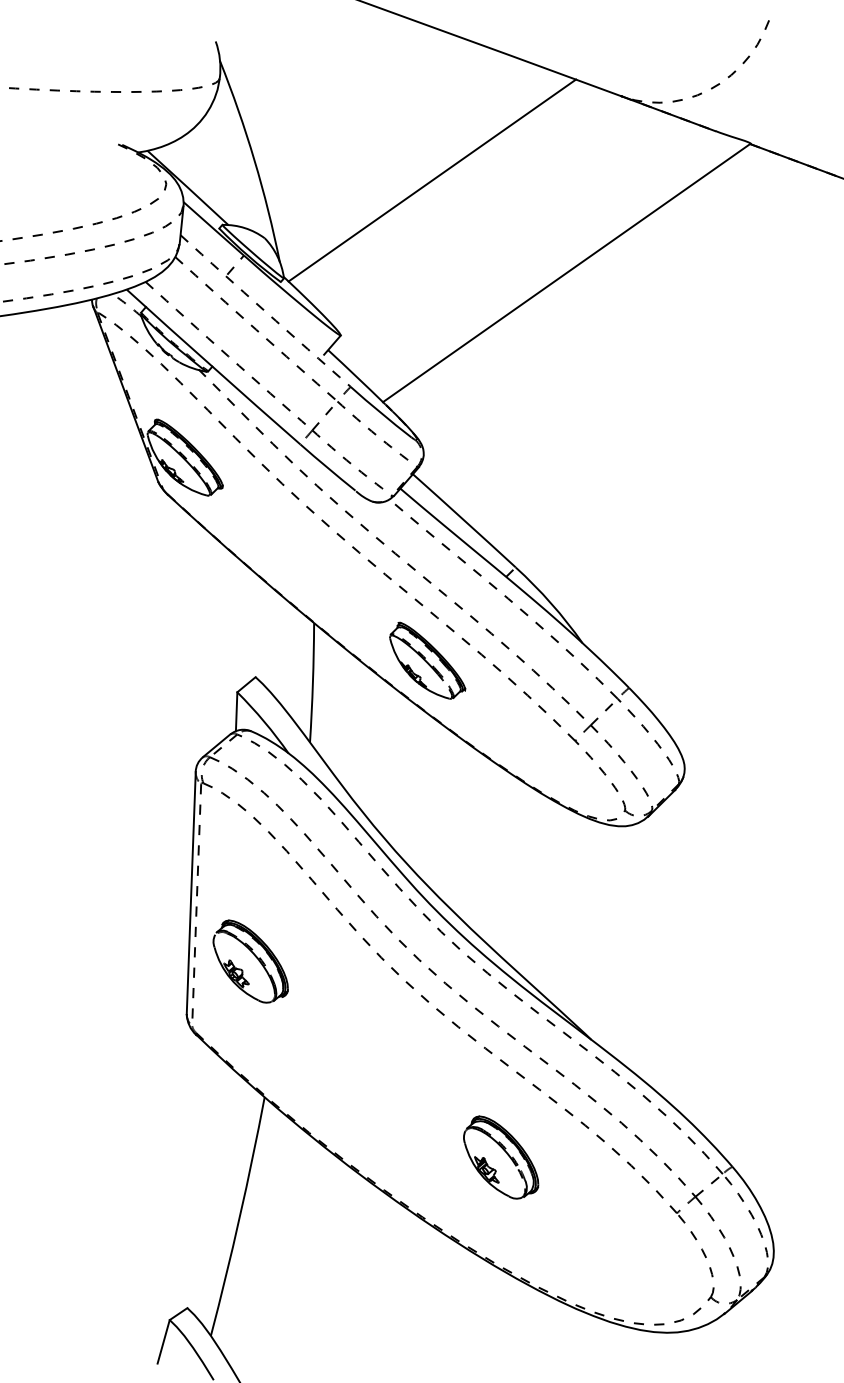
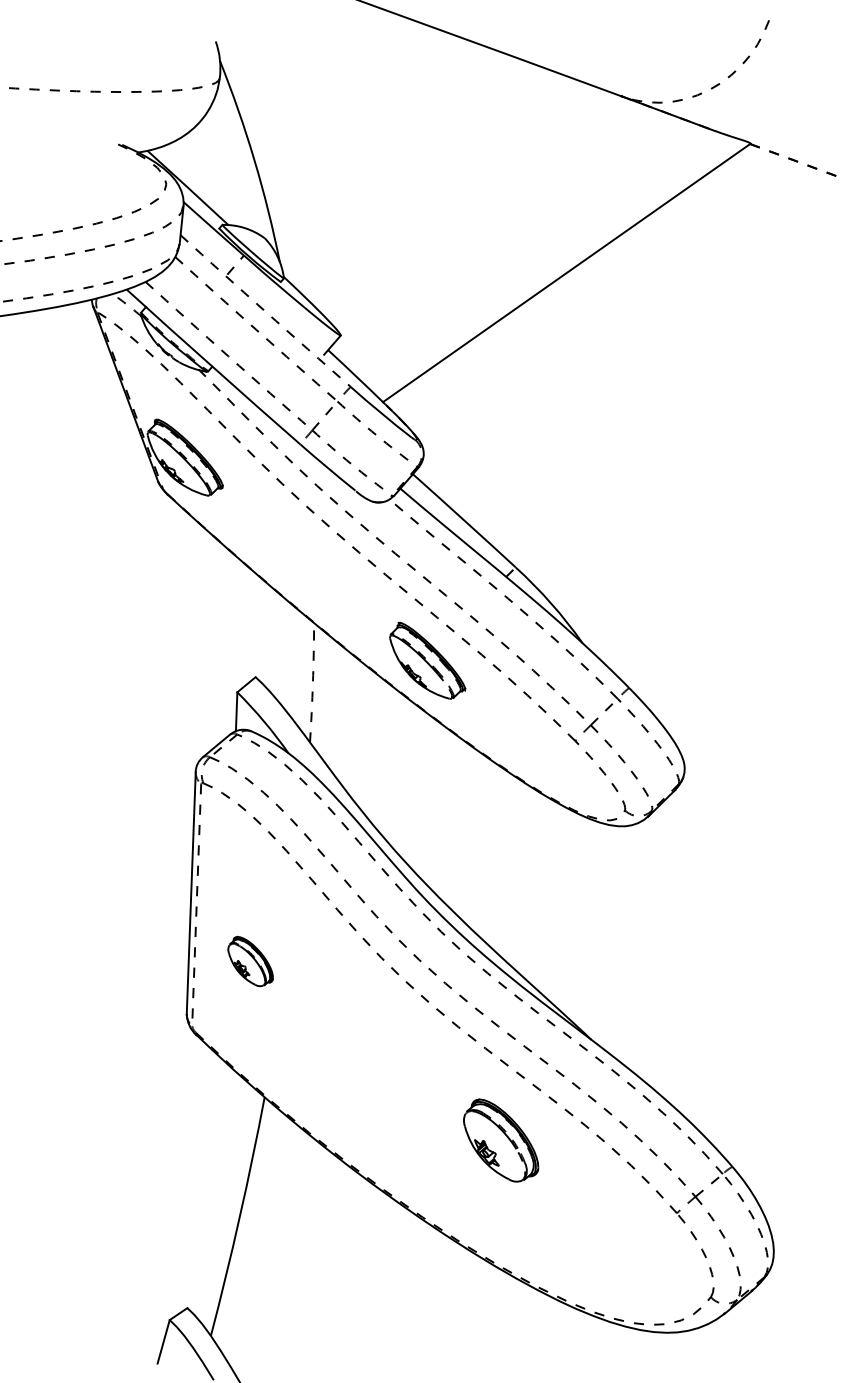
line at (796, 161): solid -> dashed
line at (432, 180): present -> none
arc at (312, 682): solid -> dashed
part at (250, 961) size: 77x85 px -> 47x53 px
part at (501, 1157) position: (501, 1157) -> (501, 1140)
